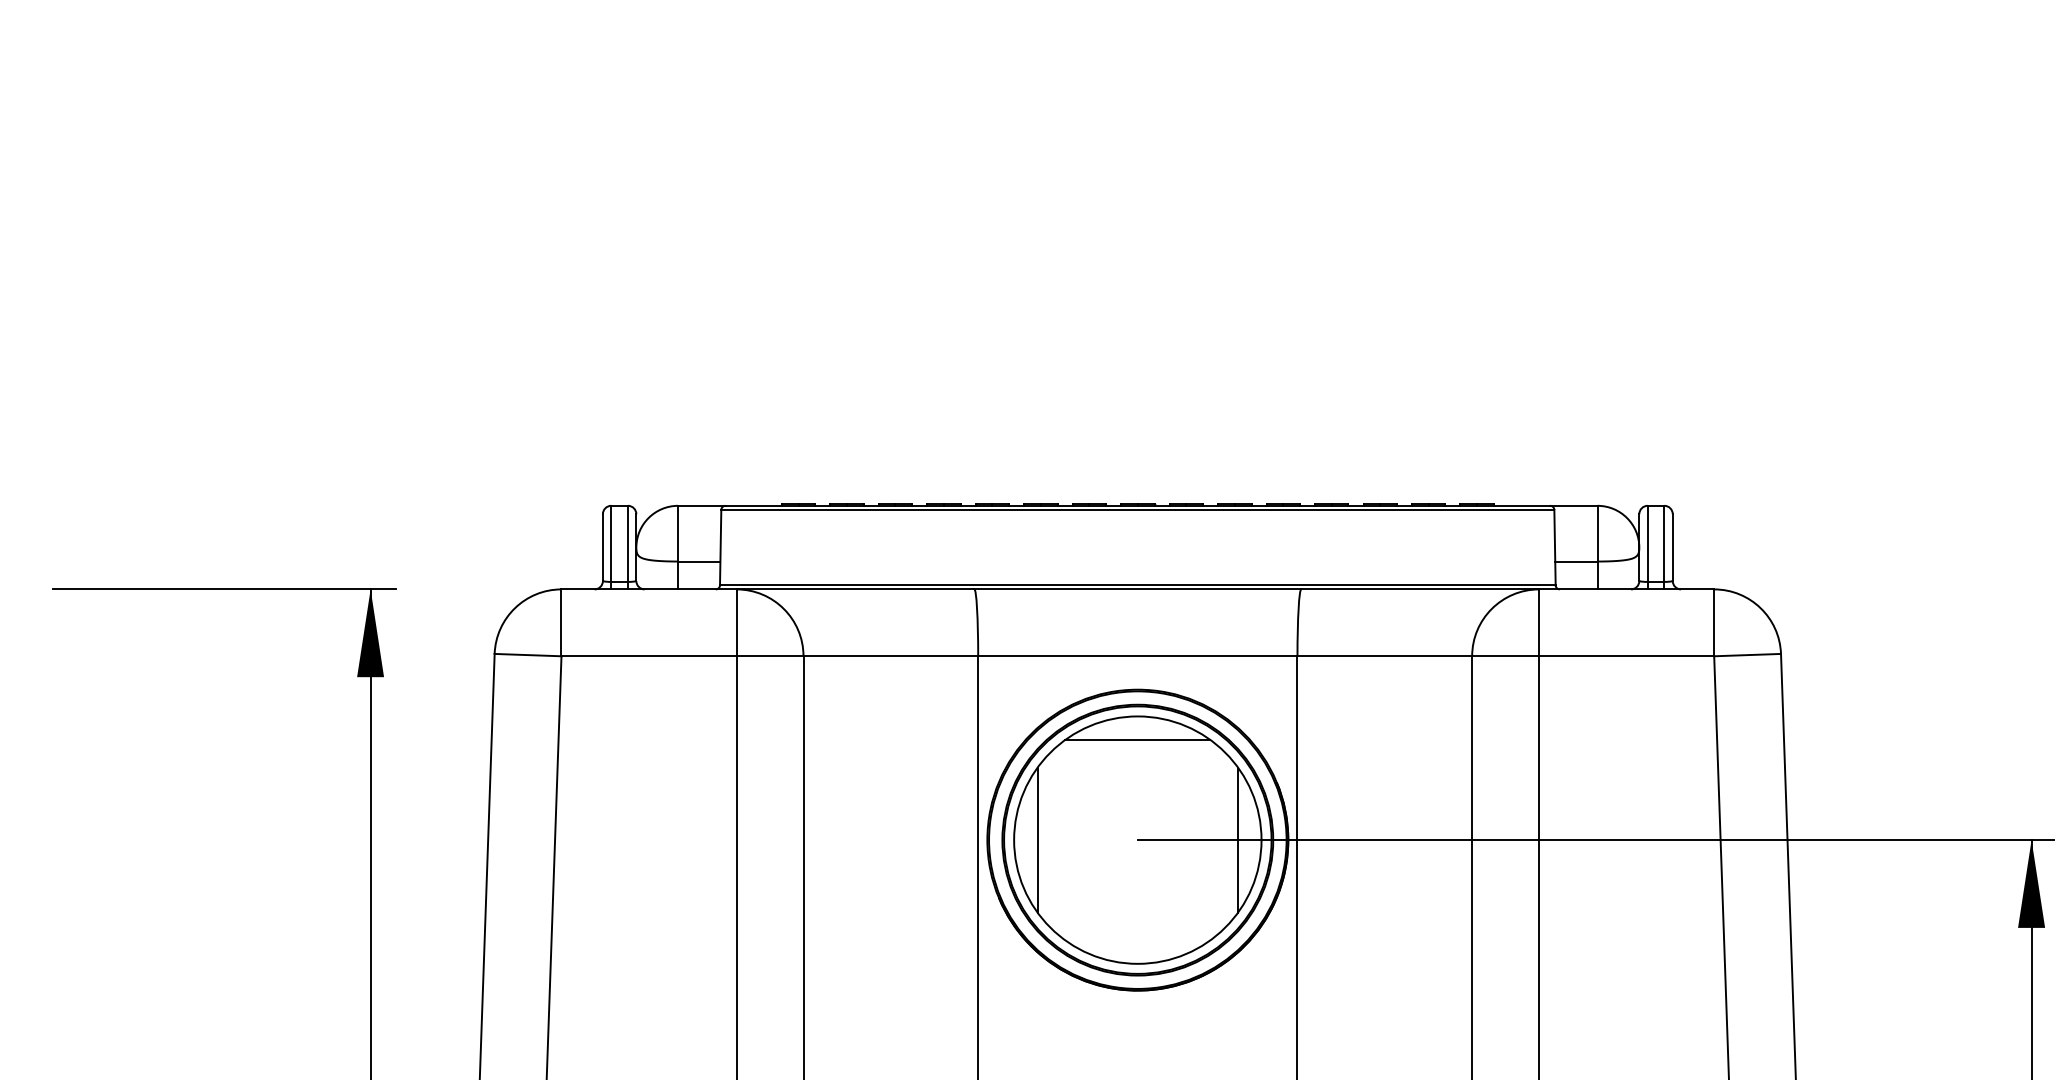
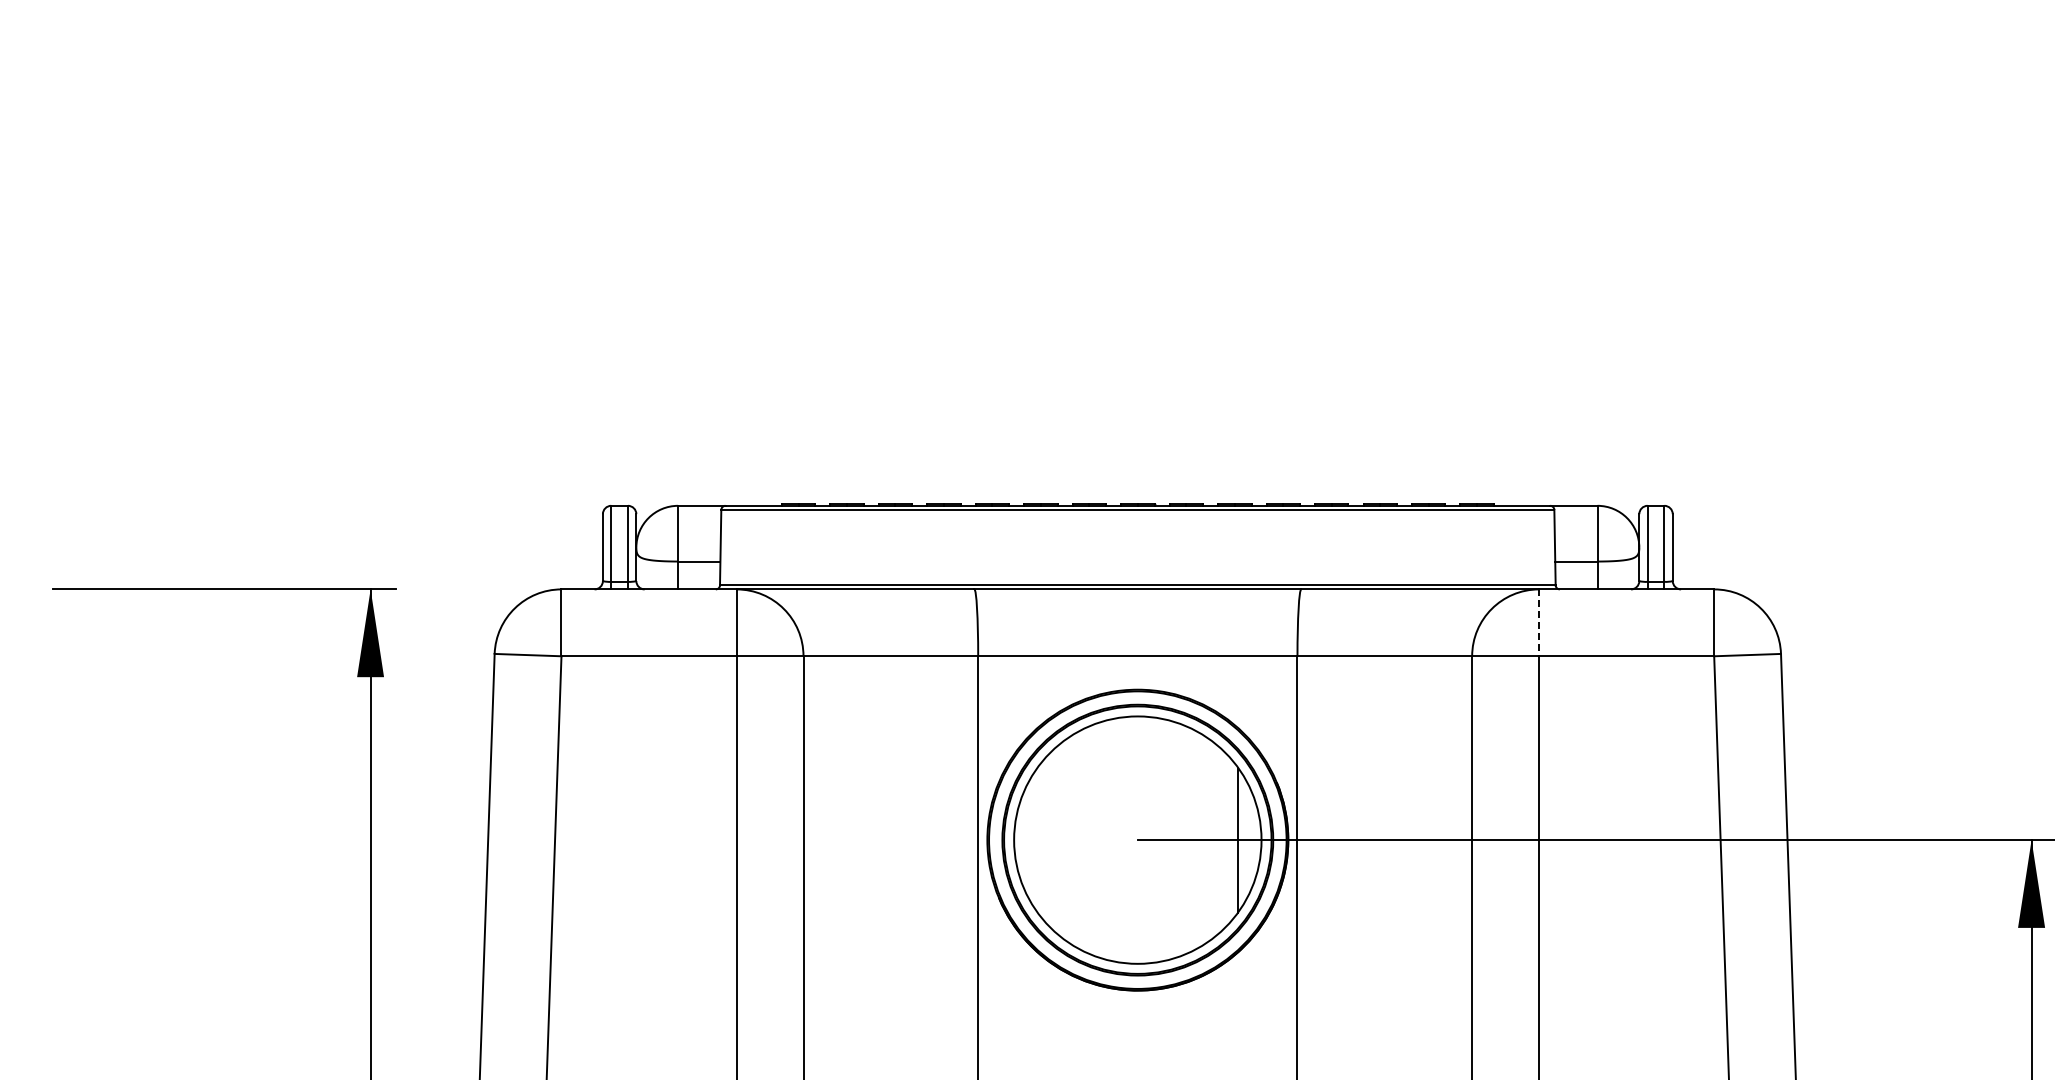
line at (1539, 623): solid -> dashed
line at (1137, 739): present -> none
line at (1037, 839): present -> none
